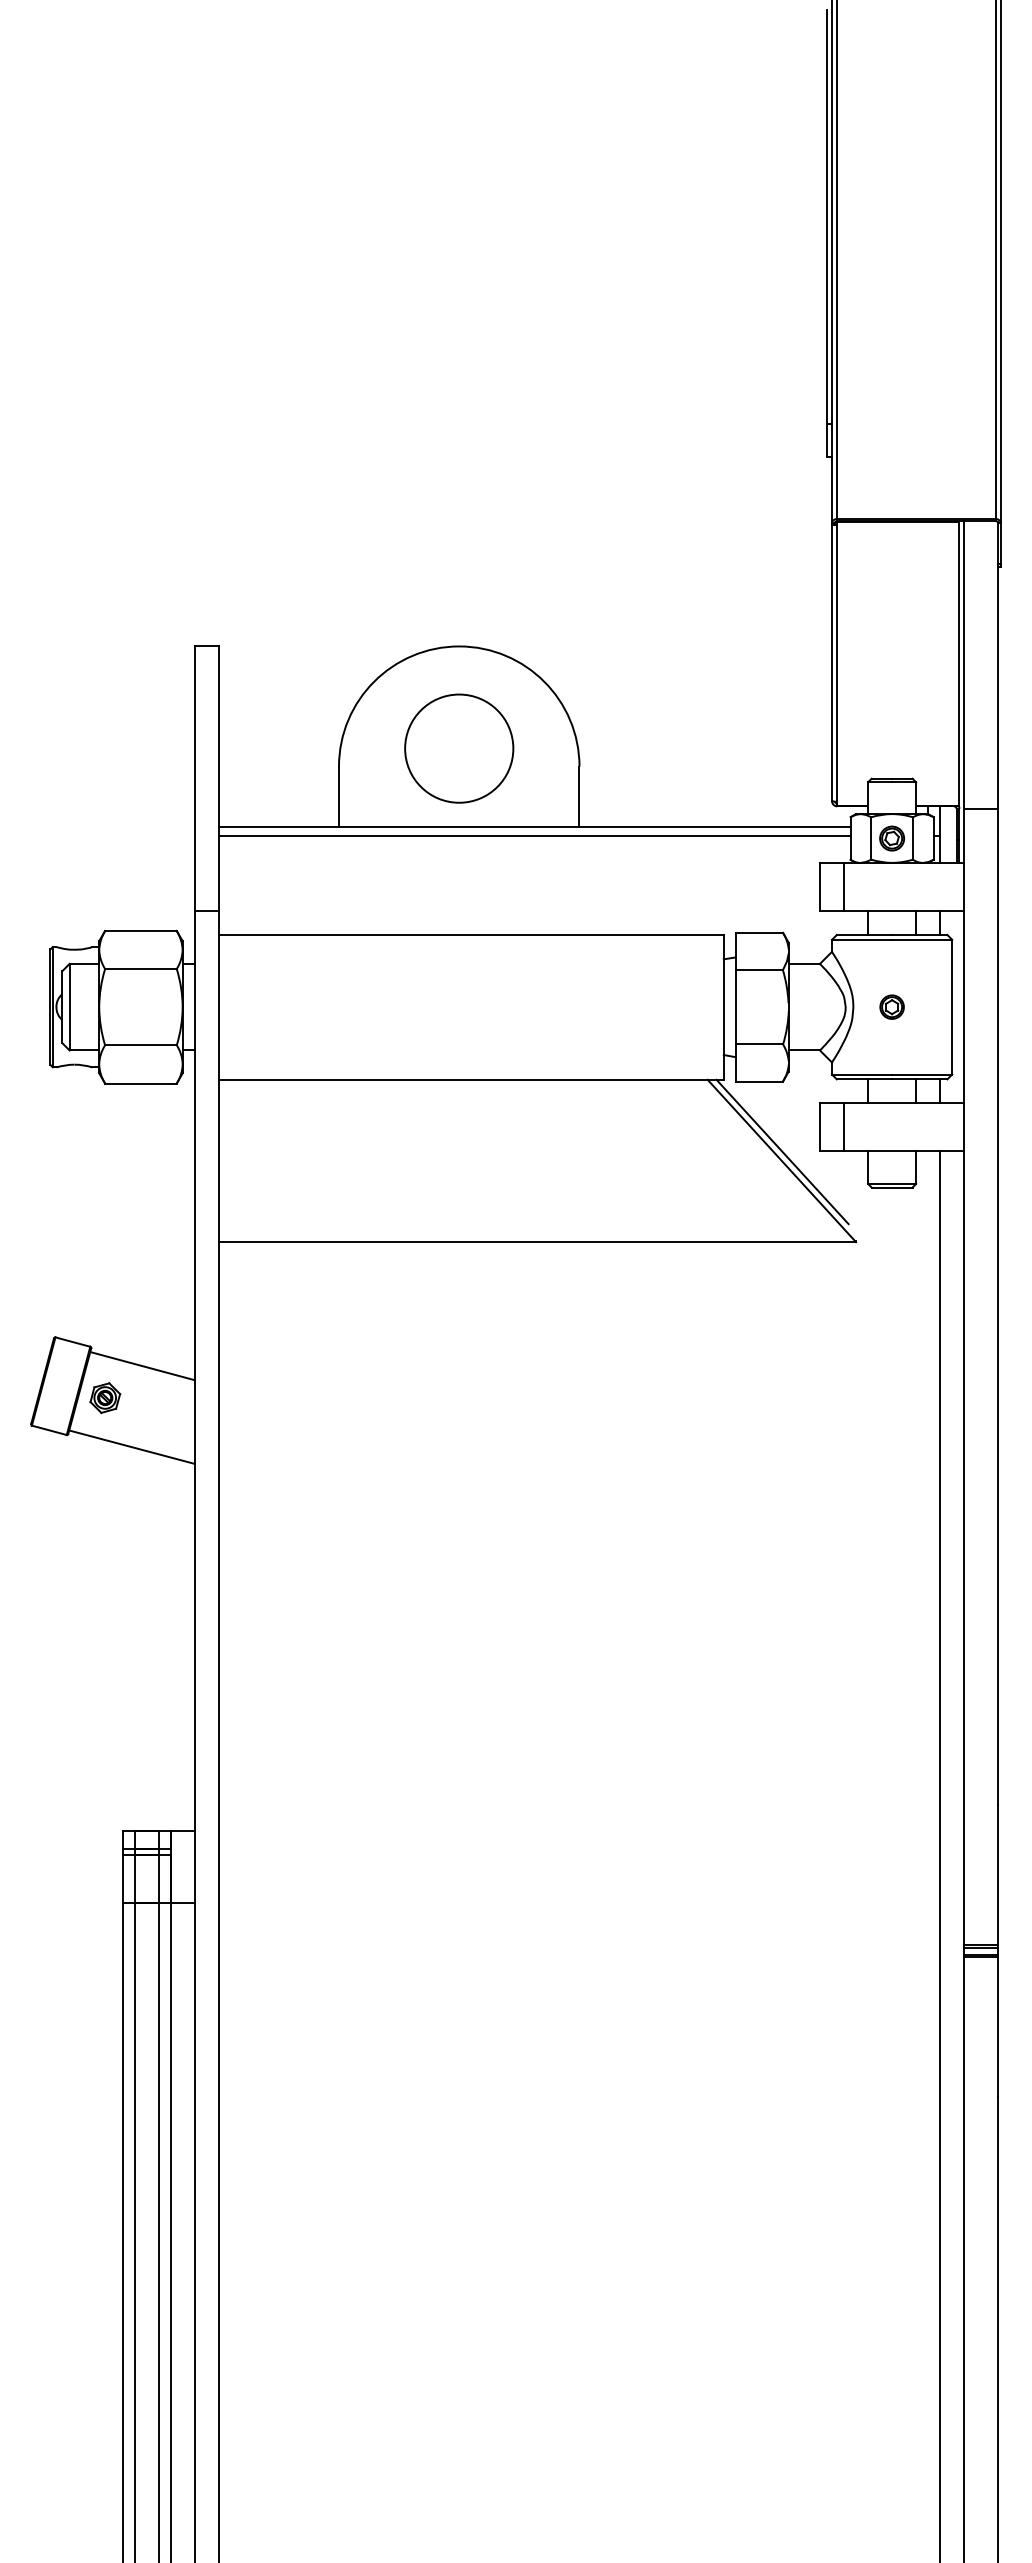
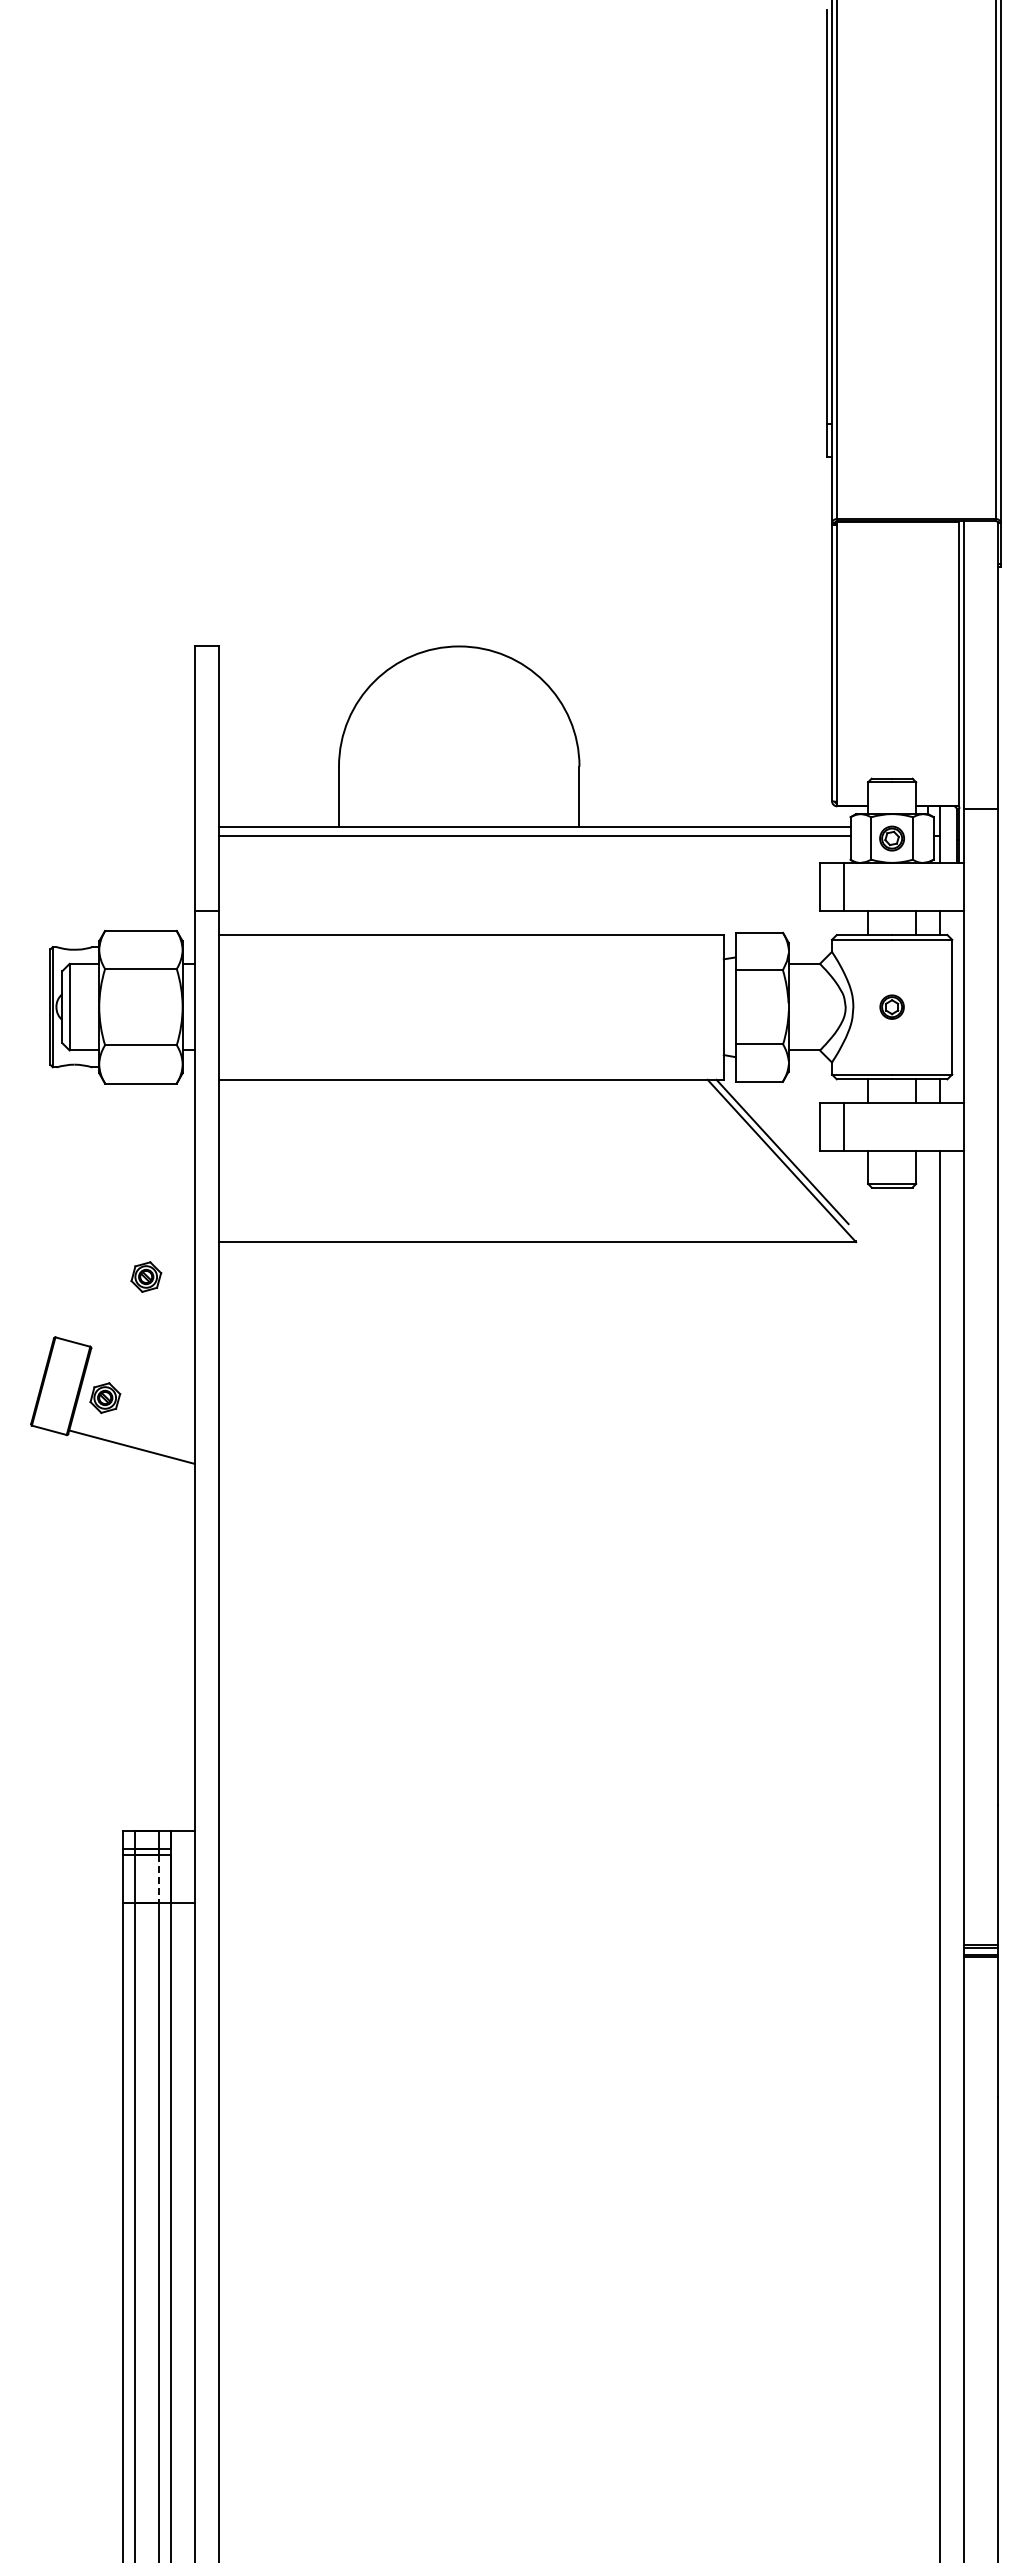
circle at (459, 748): present -> none
part at (146, 1276): none -> present
line at (142, 1366): present -> none
line at (158, 1879): solid -> dashed
